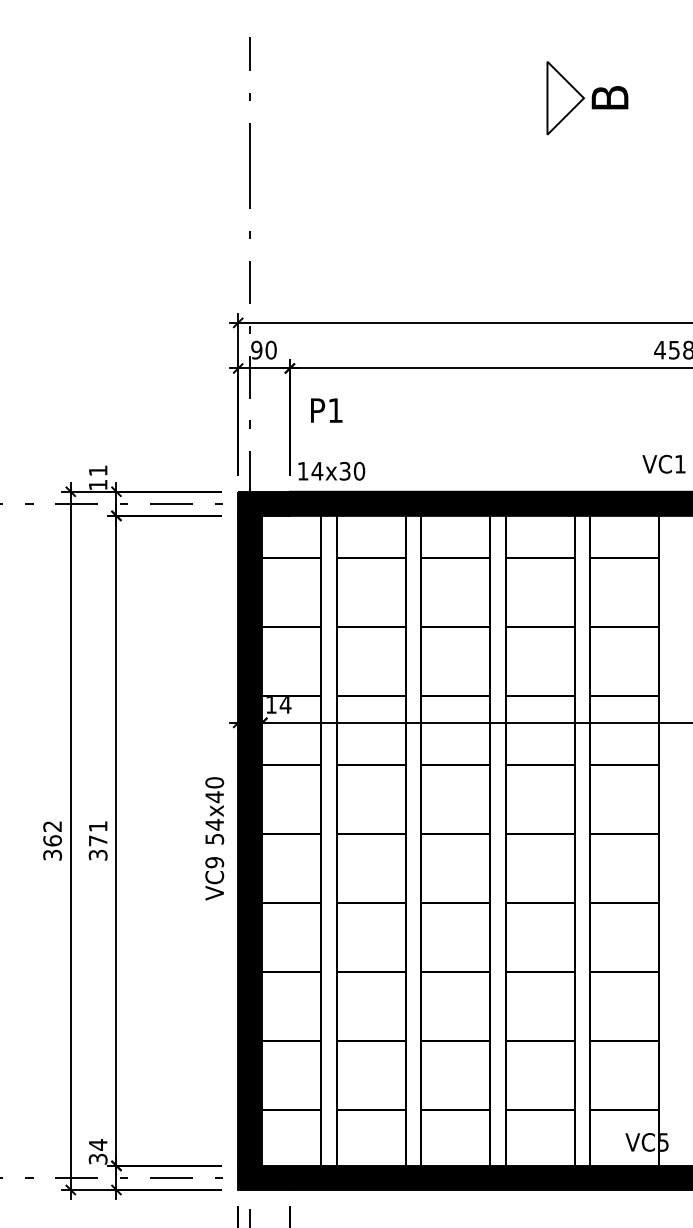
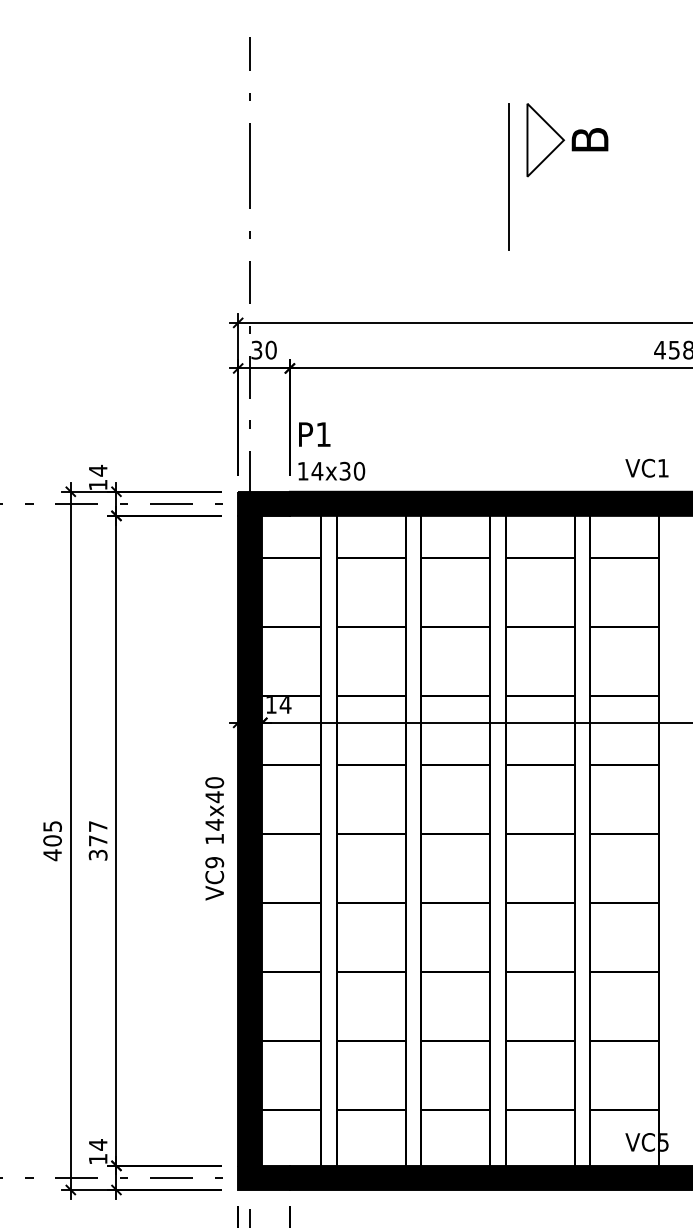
part at (587, 98) position: (587, 98) -> (567, 140)
line at (509, 176): none -> present
text at (256, 350): 90 -> 30
text at (326, 410) position: (326, 410) -> (314, 434)
text at (663, 463) position: (663, 463) -> (646, 467)
text at (98, 470): 11 -> 14
text at (98, 826): 371 -> 377
text at (214, 839): 54x40 -> 14x40
text at (52, 841): 362 -> 405
text at (97, 1159): 34 -> 14
